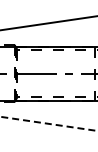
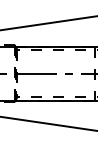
line at (49, 123): dashed -> solid
